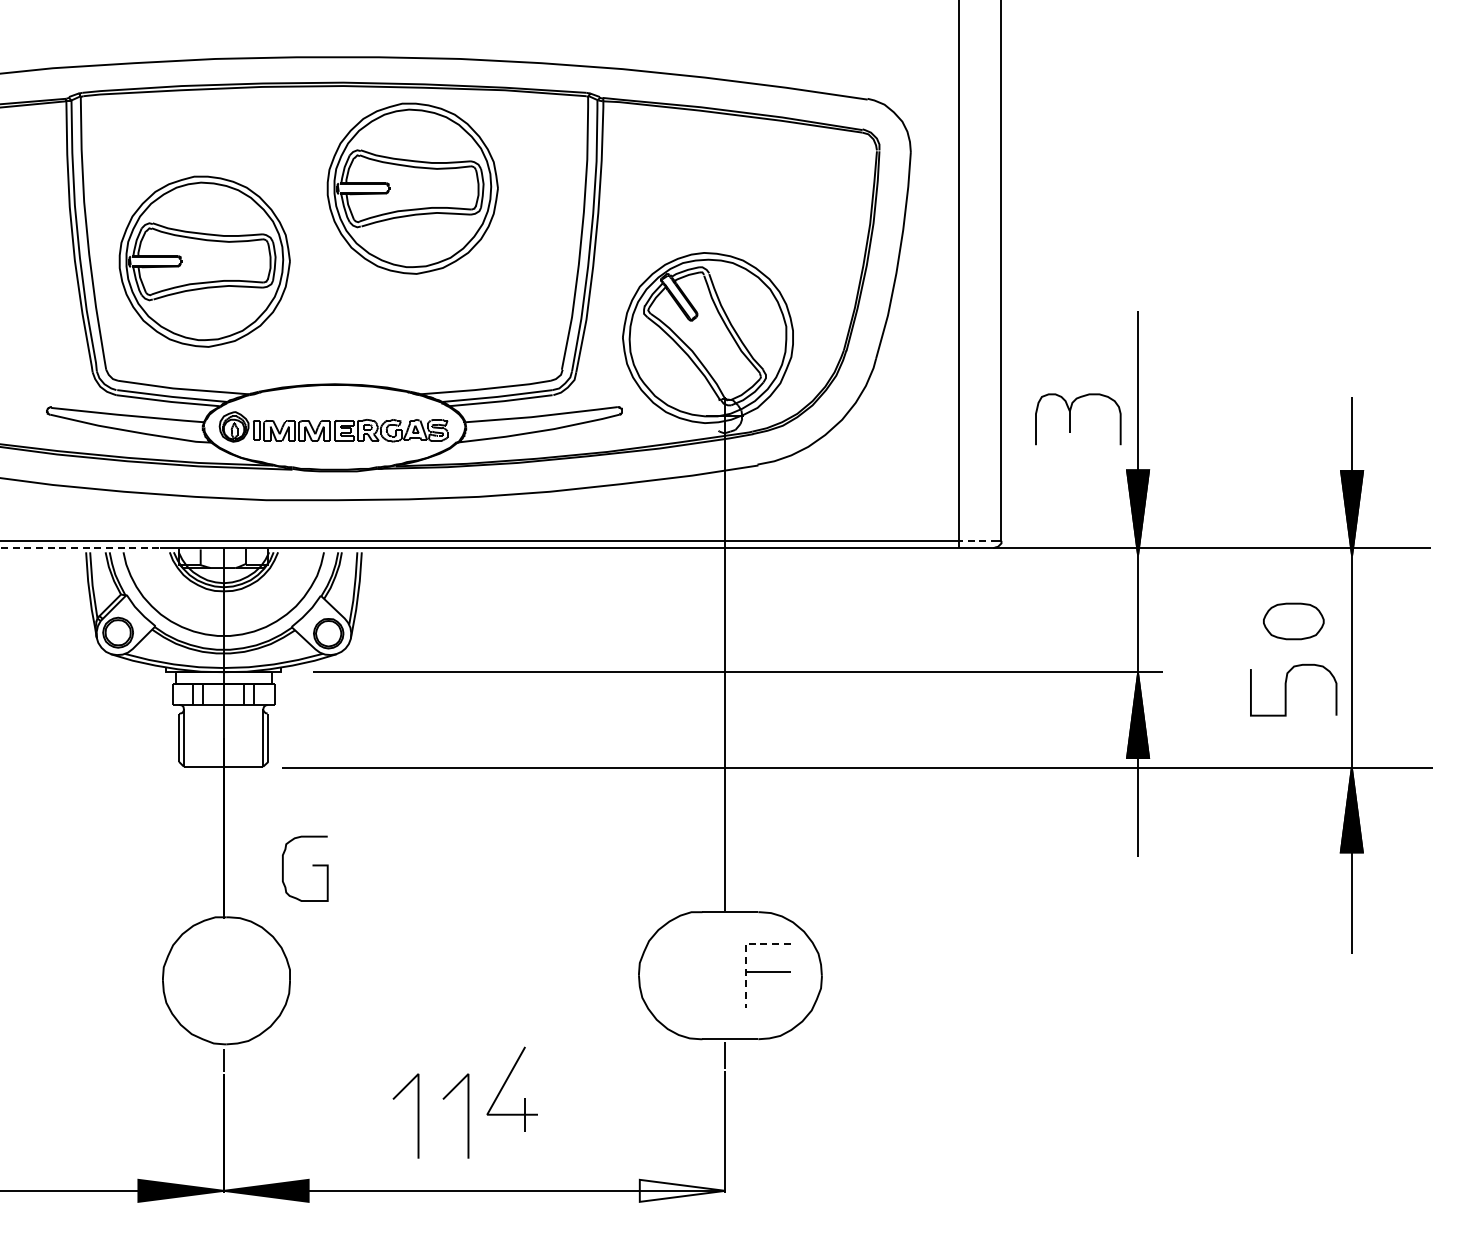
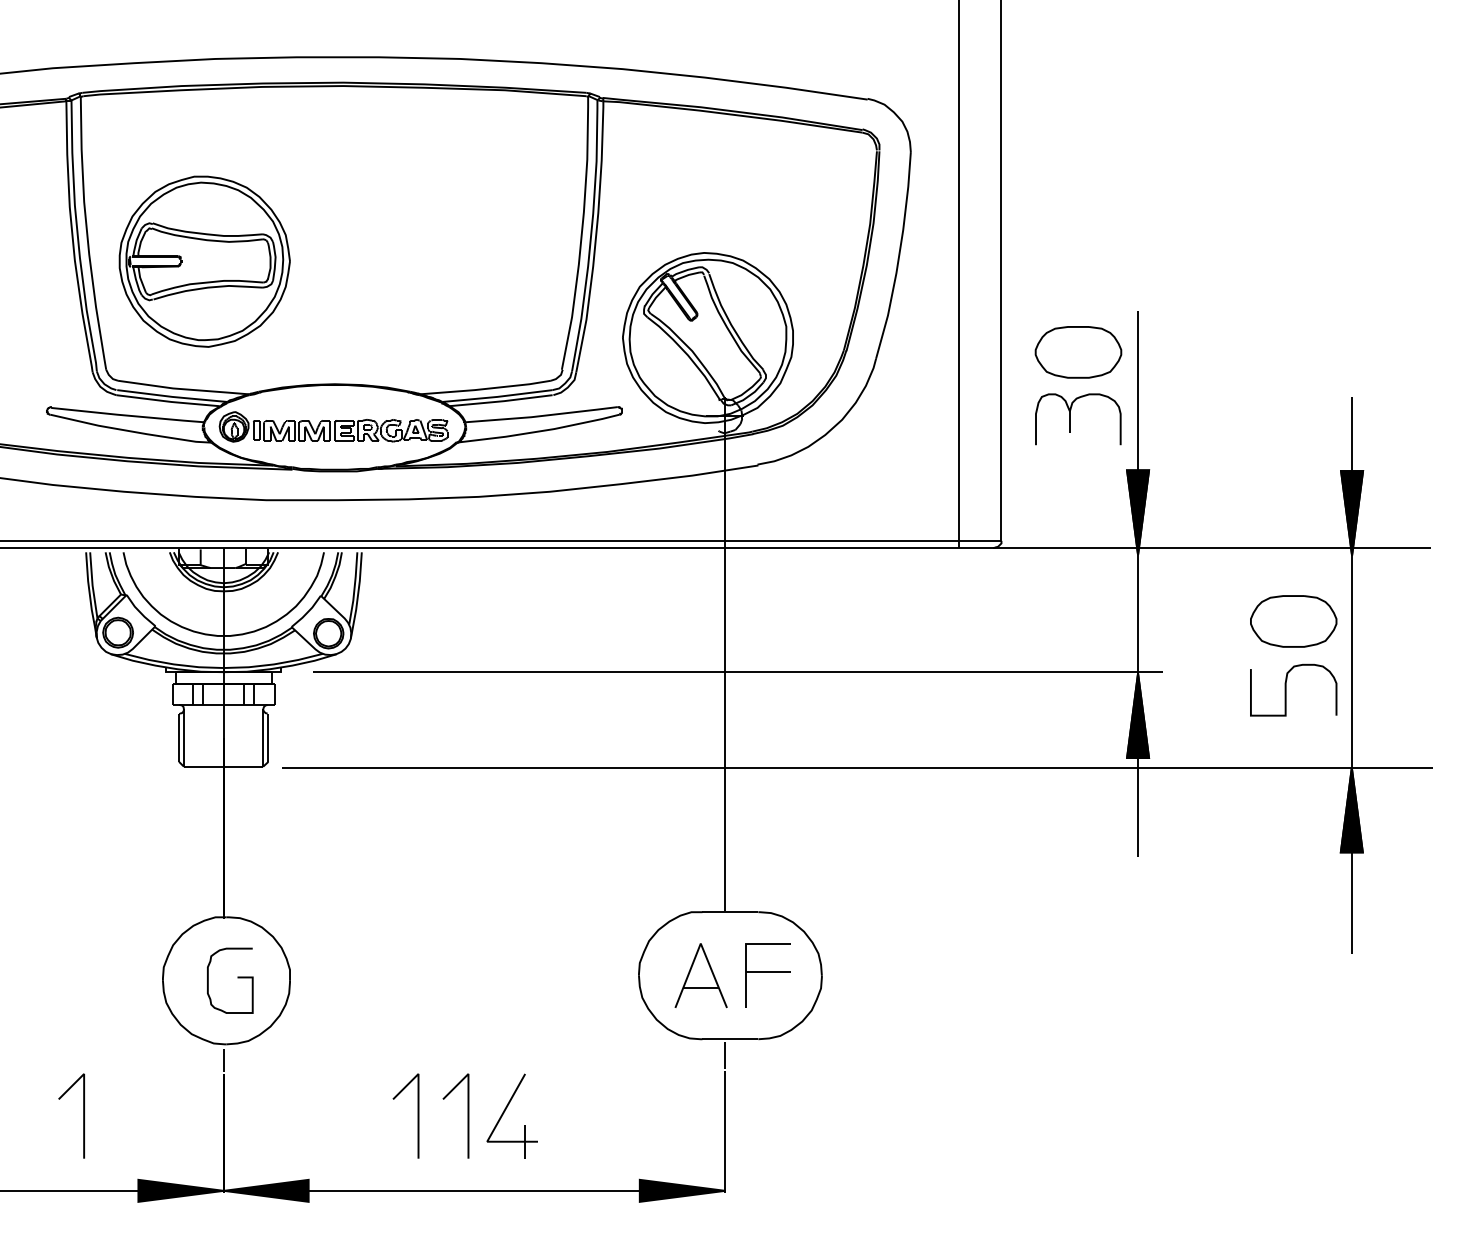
part at (412, 188): present -> none
part at (1078, 352): none -> present
line at (978, 540): dashed -> solid
line at (80, 547): dashed -> solid
part at (1293, 621) size: 62x39 px -> 88x53 px
curve at (312, 866) position: (312, 866) -> (237, 978)
line at (745, 953): dashed -> solid
part at (700, 975): none -> present
part at (505, 1084) position: (505, 1084) -> (505, 1111)
line at (83, 1115): none -> present
fill at (682, 1190): none -> present
